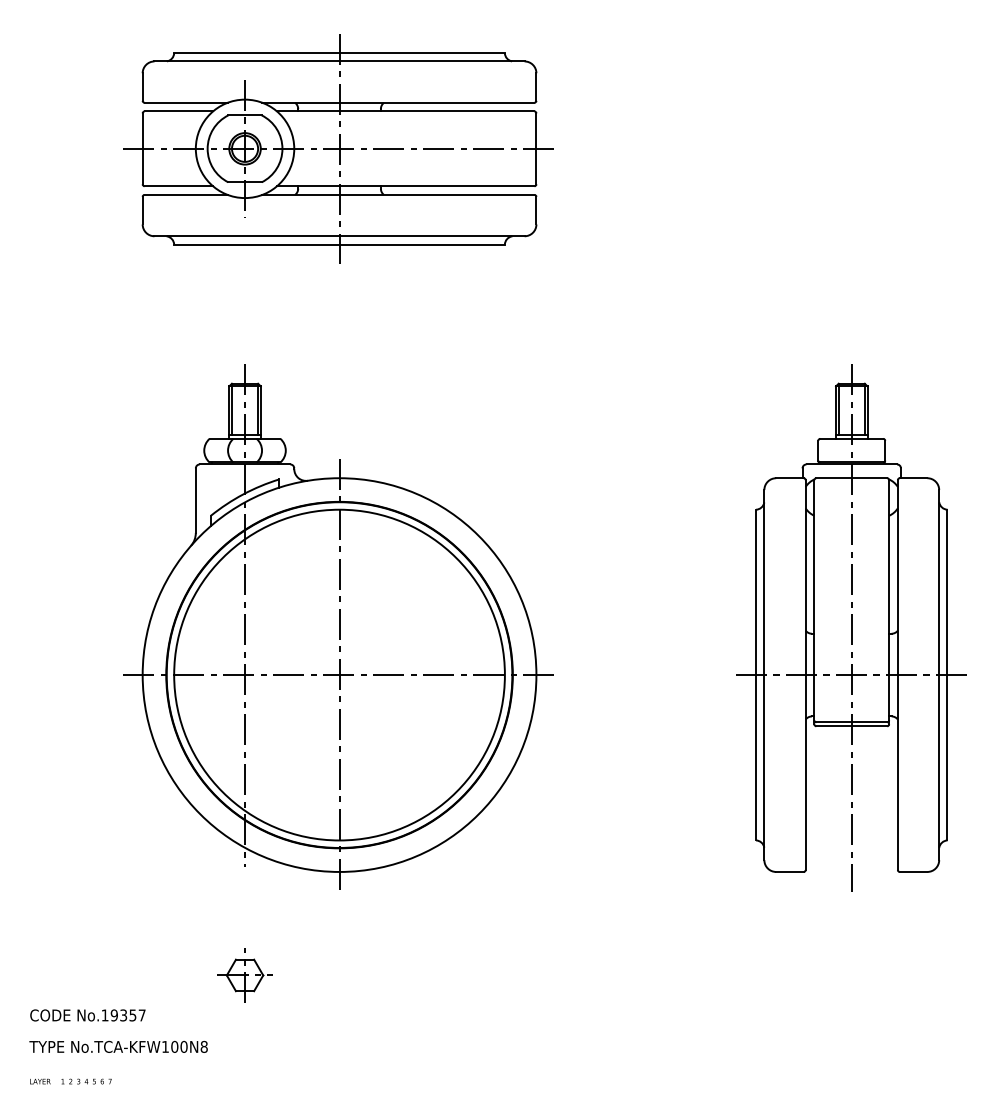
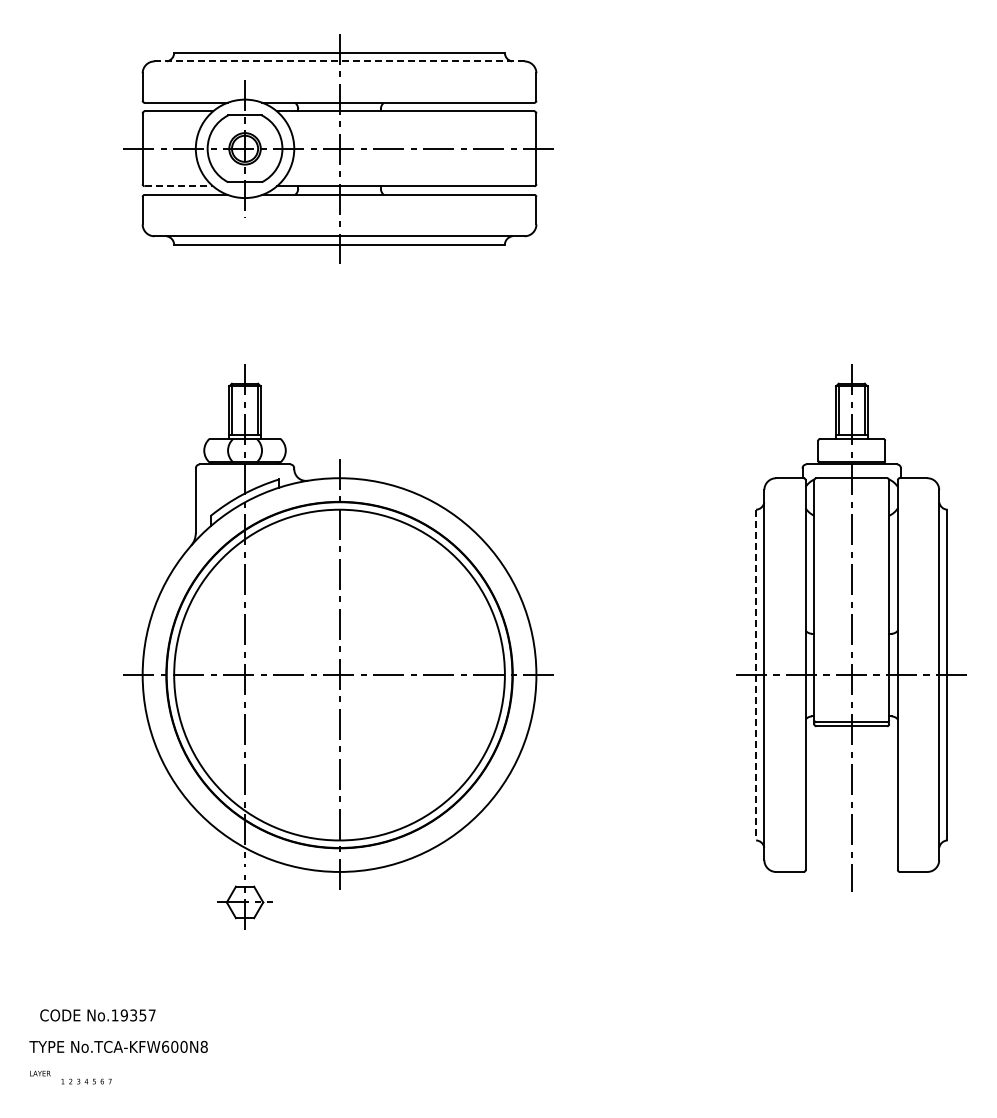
line at (340, 61): solid -> dashed
line at (179, 186): solid -> dashed
line at (756, 675): solid -> dashed
part at (244, 975) position: (244, 975) -> (244, 902)
text at (87, 1015) position: (87, 1015) -> (97, 1015)
text at (165, 1046): No.TCA-KFW100N8 -> No.TCA-KFW600N8
text at (40, 1081) position: (40, 1081) -> (40, 1073)
